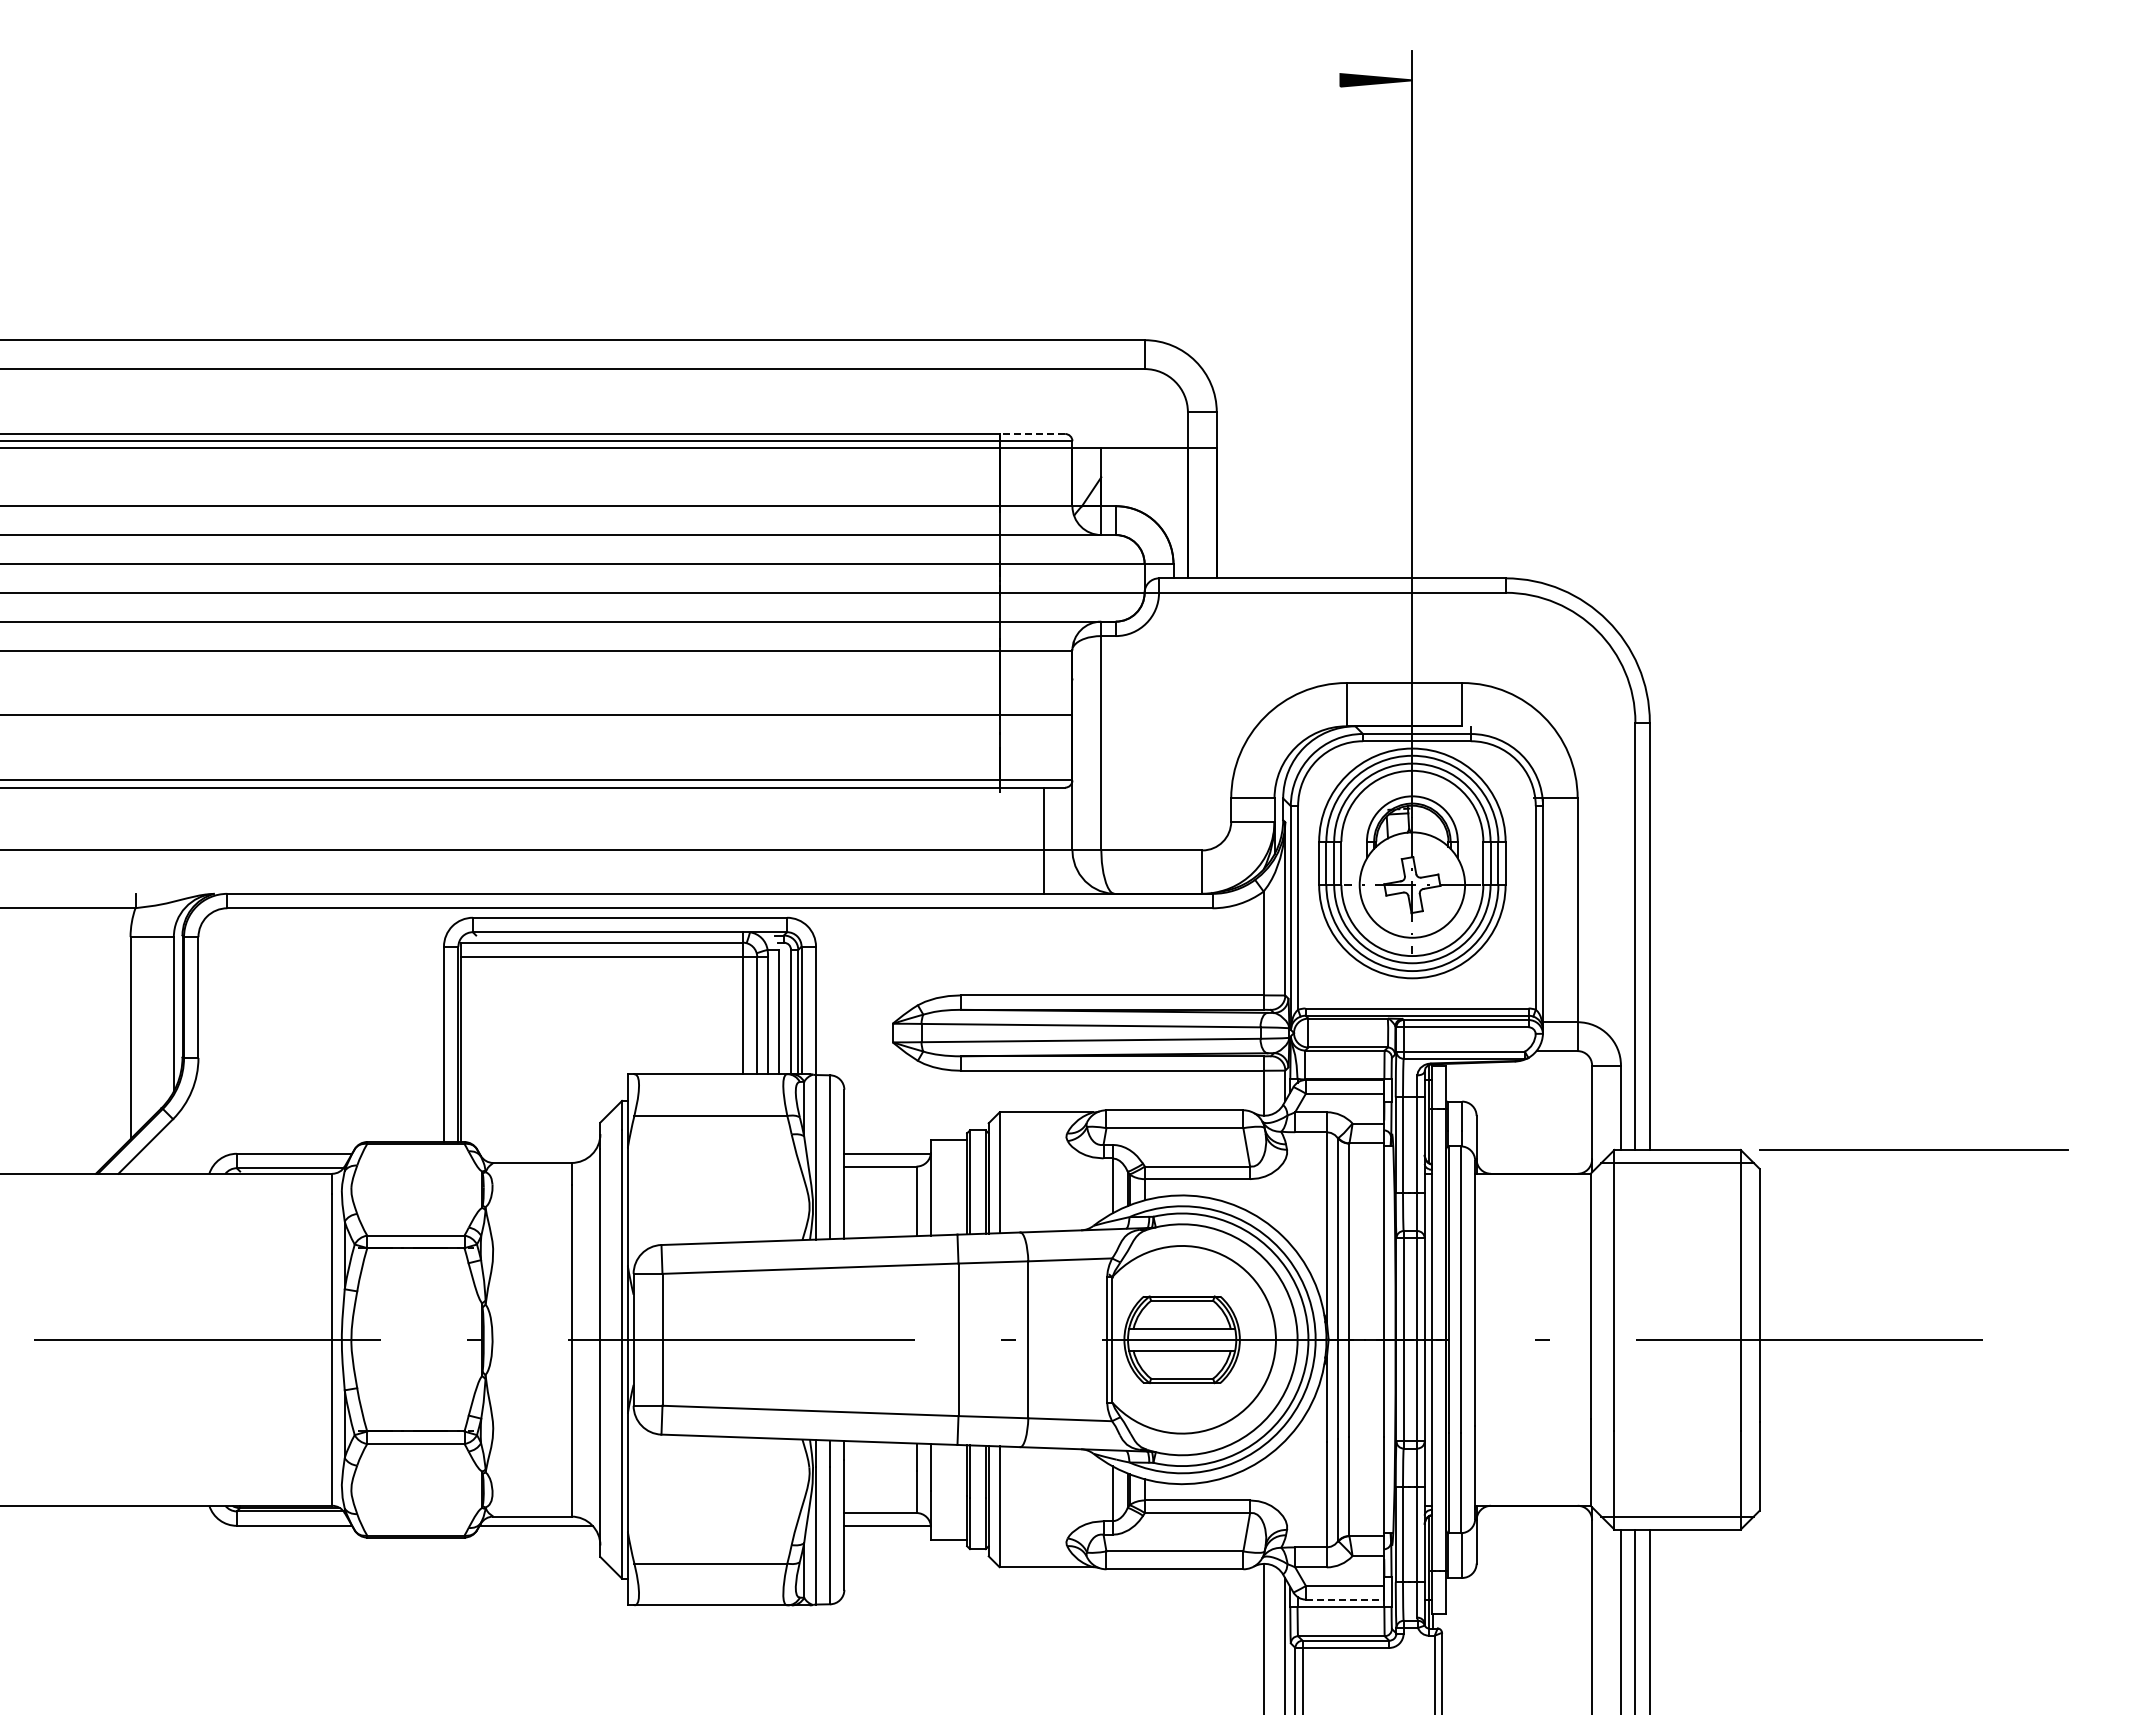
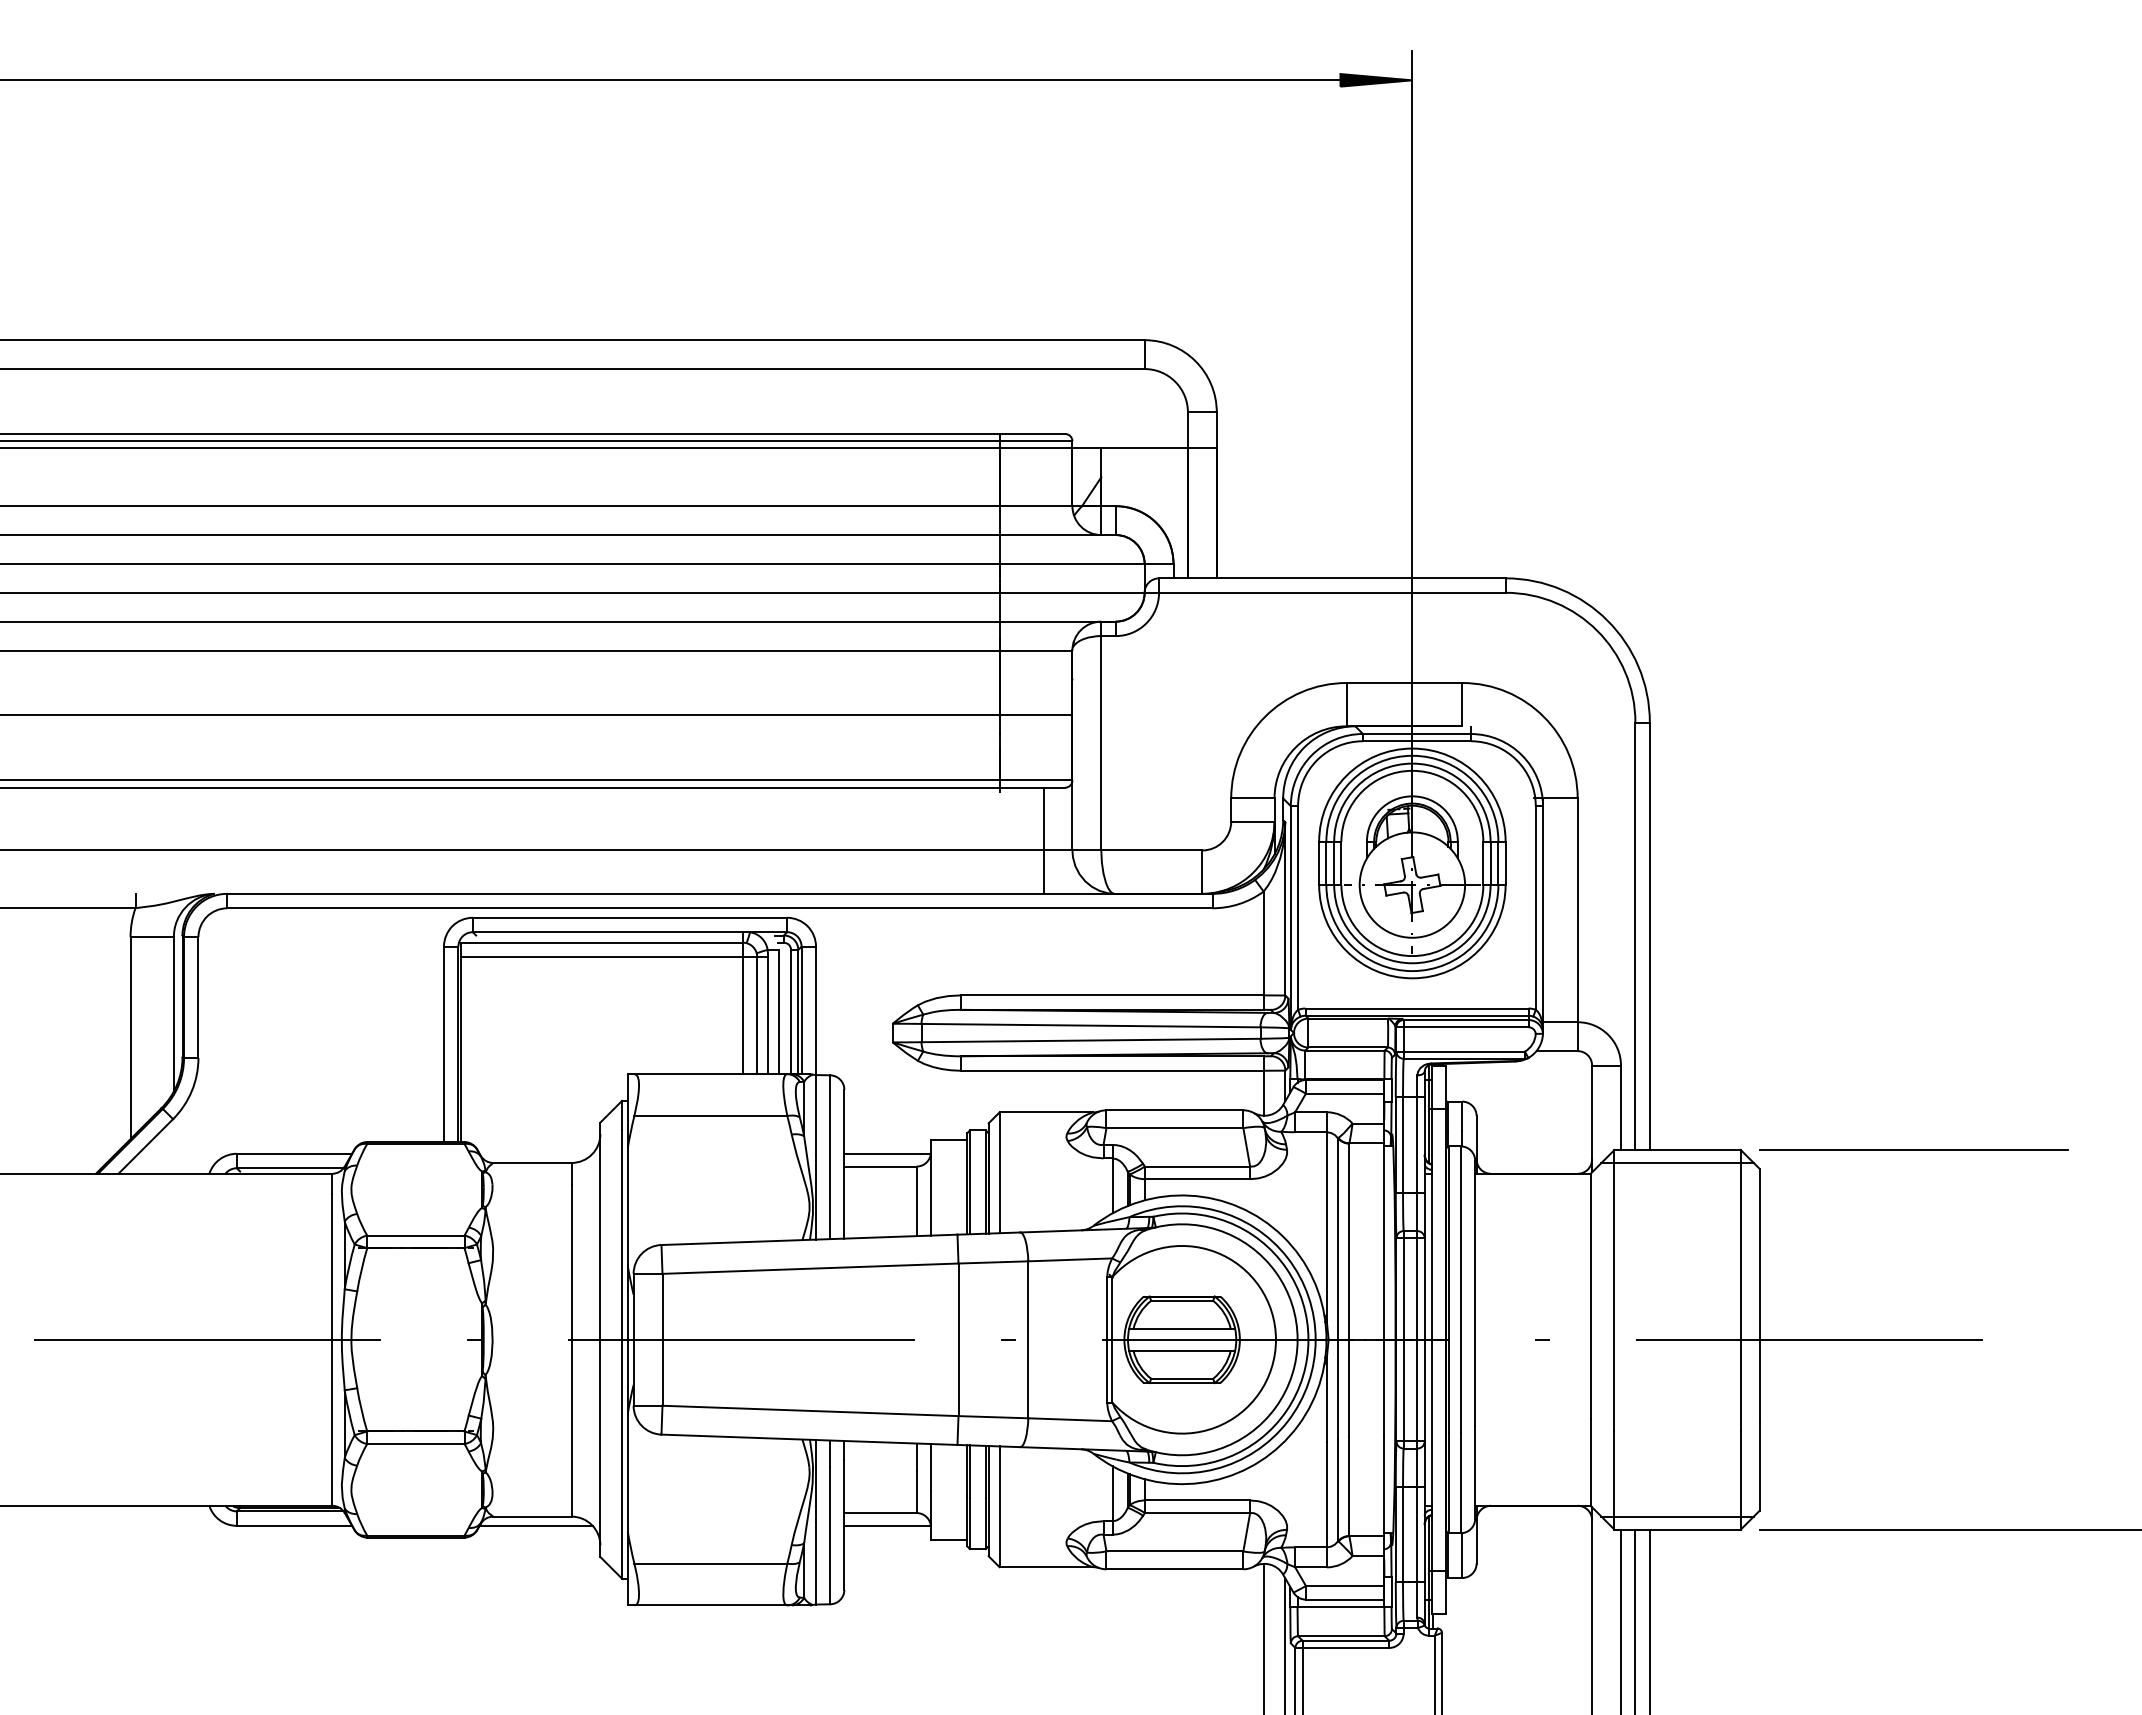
line at (671, 80): none -> present
line at (1032, 434): dashed -> solid
line at (1948, 1529): none -> present
line at (1345, 1599): dashed -> solid
